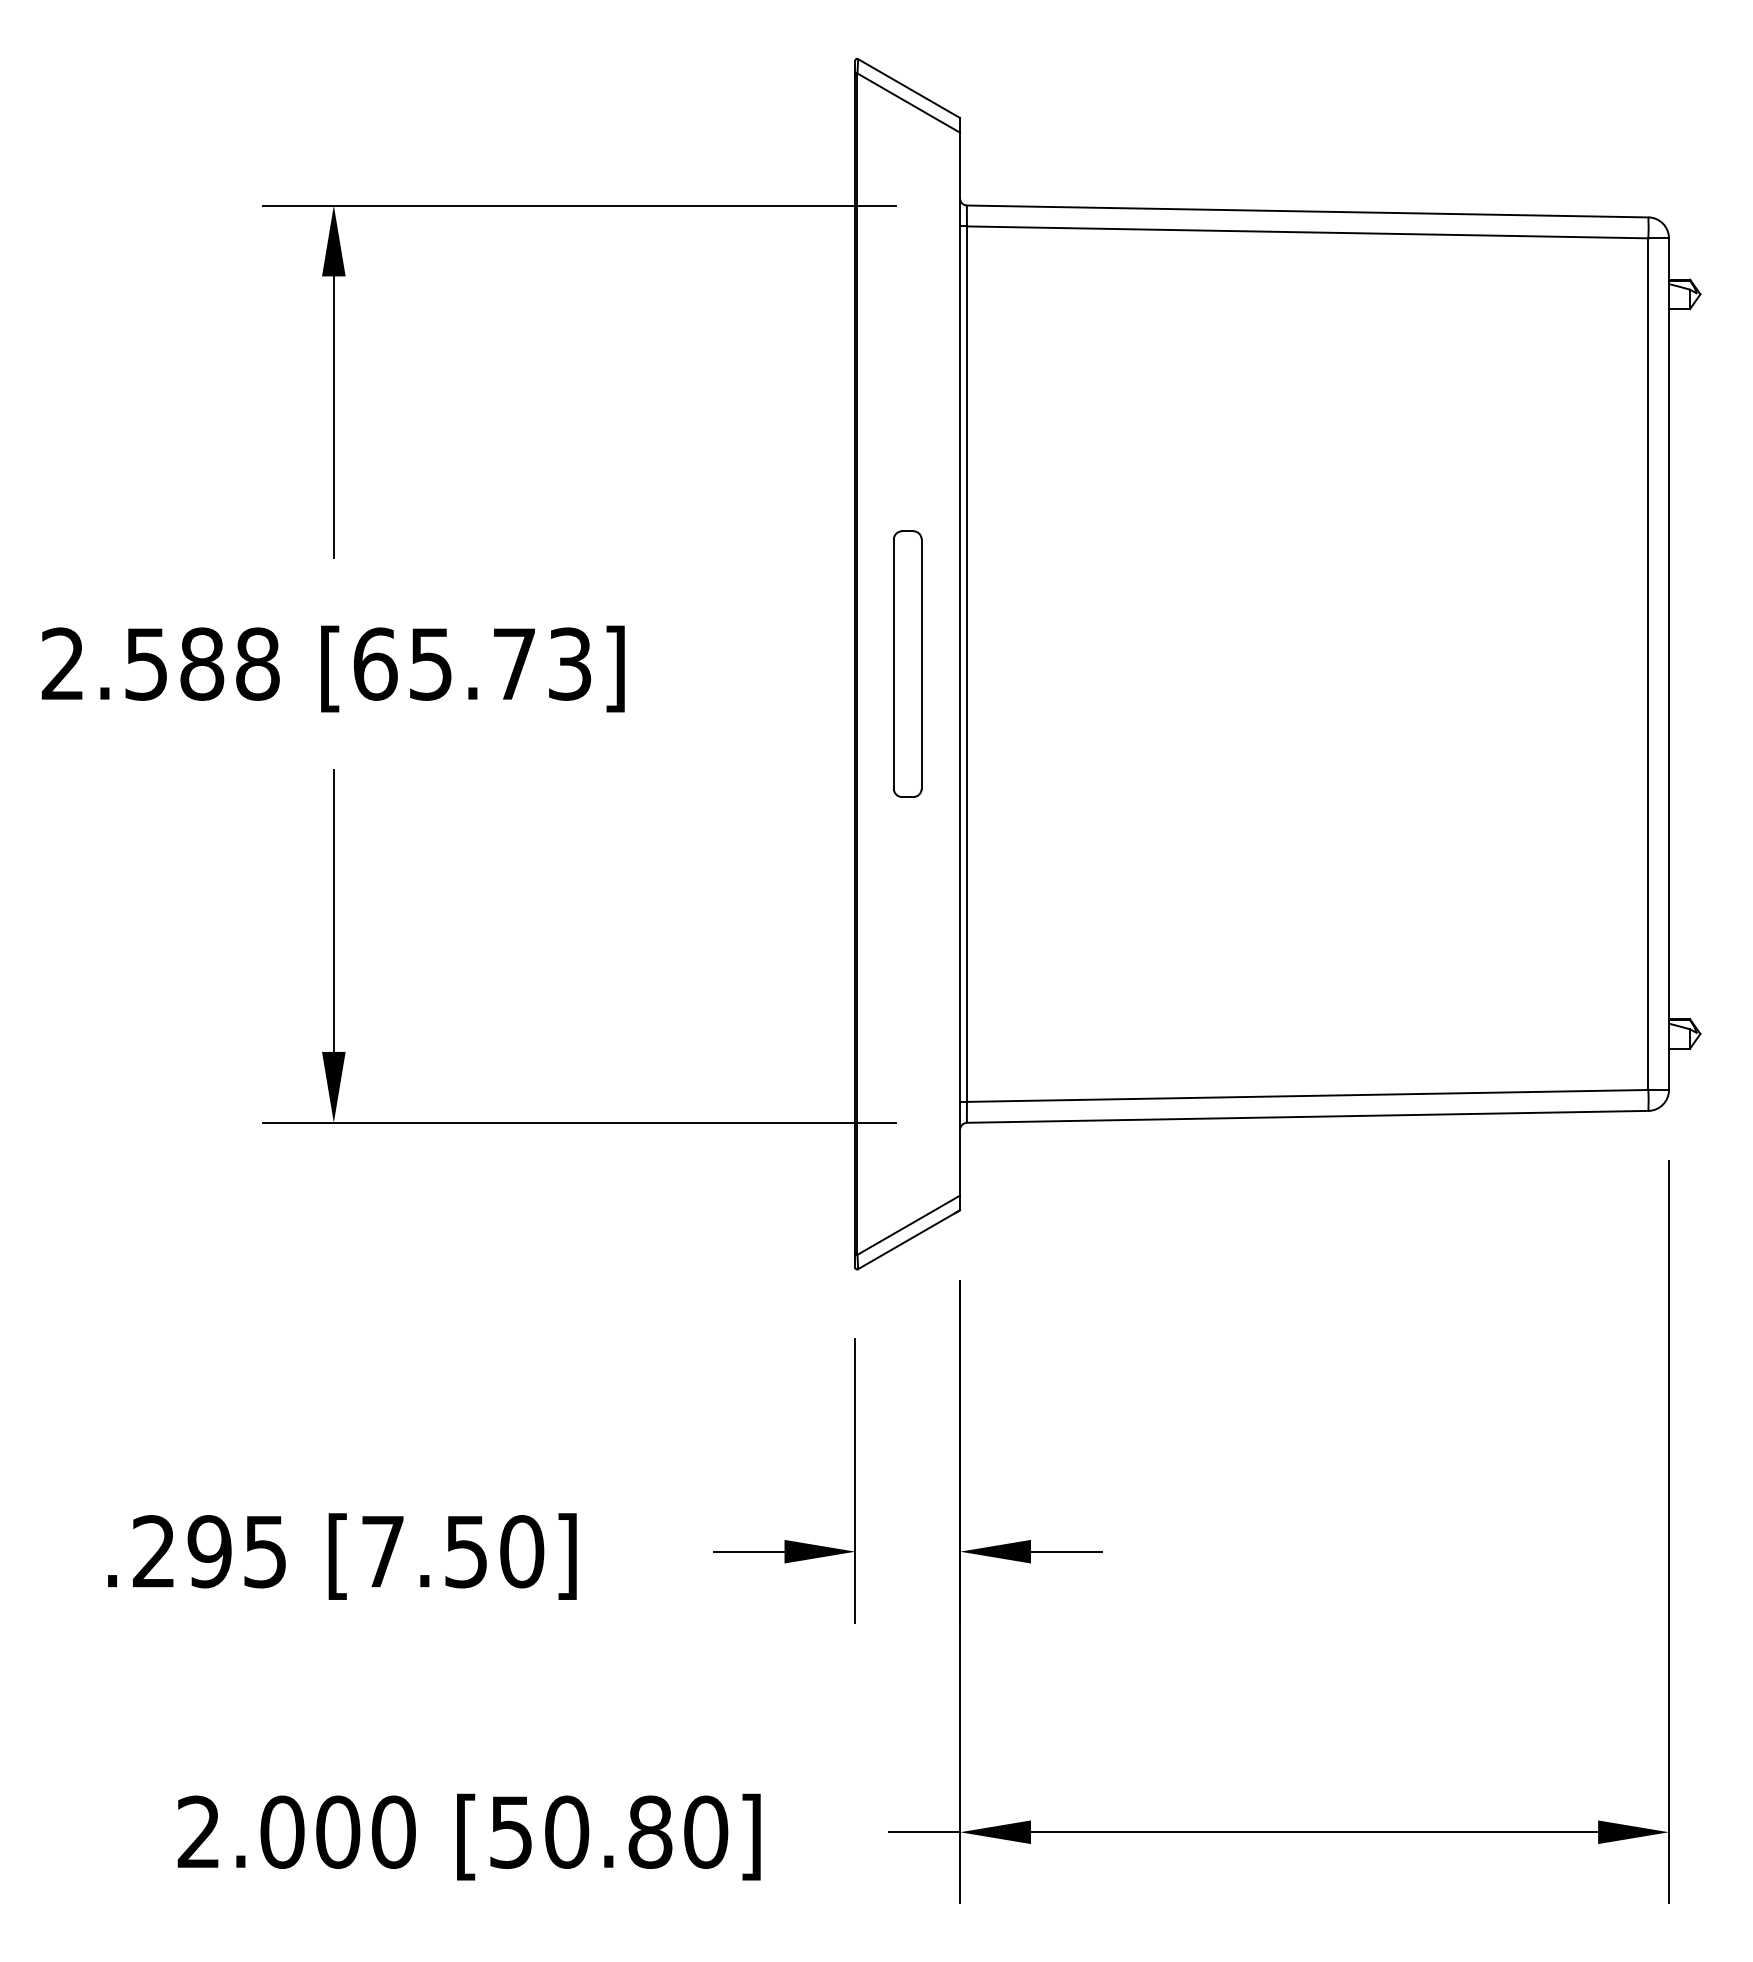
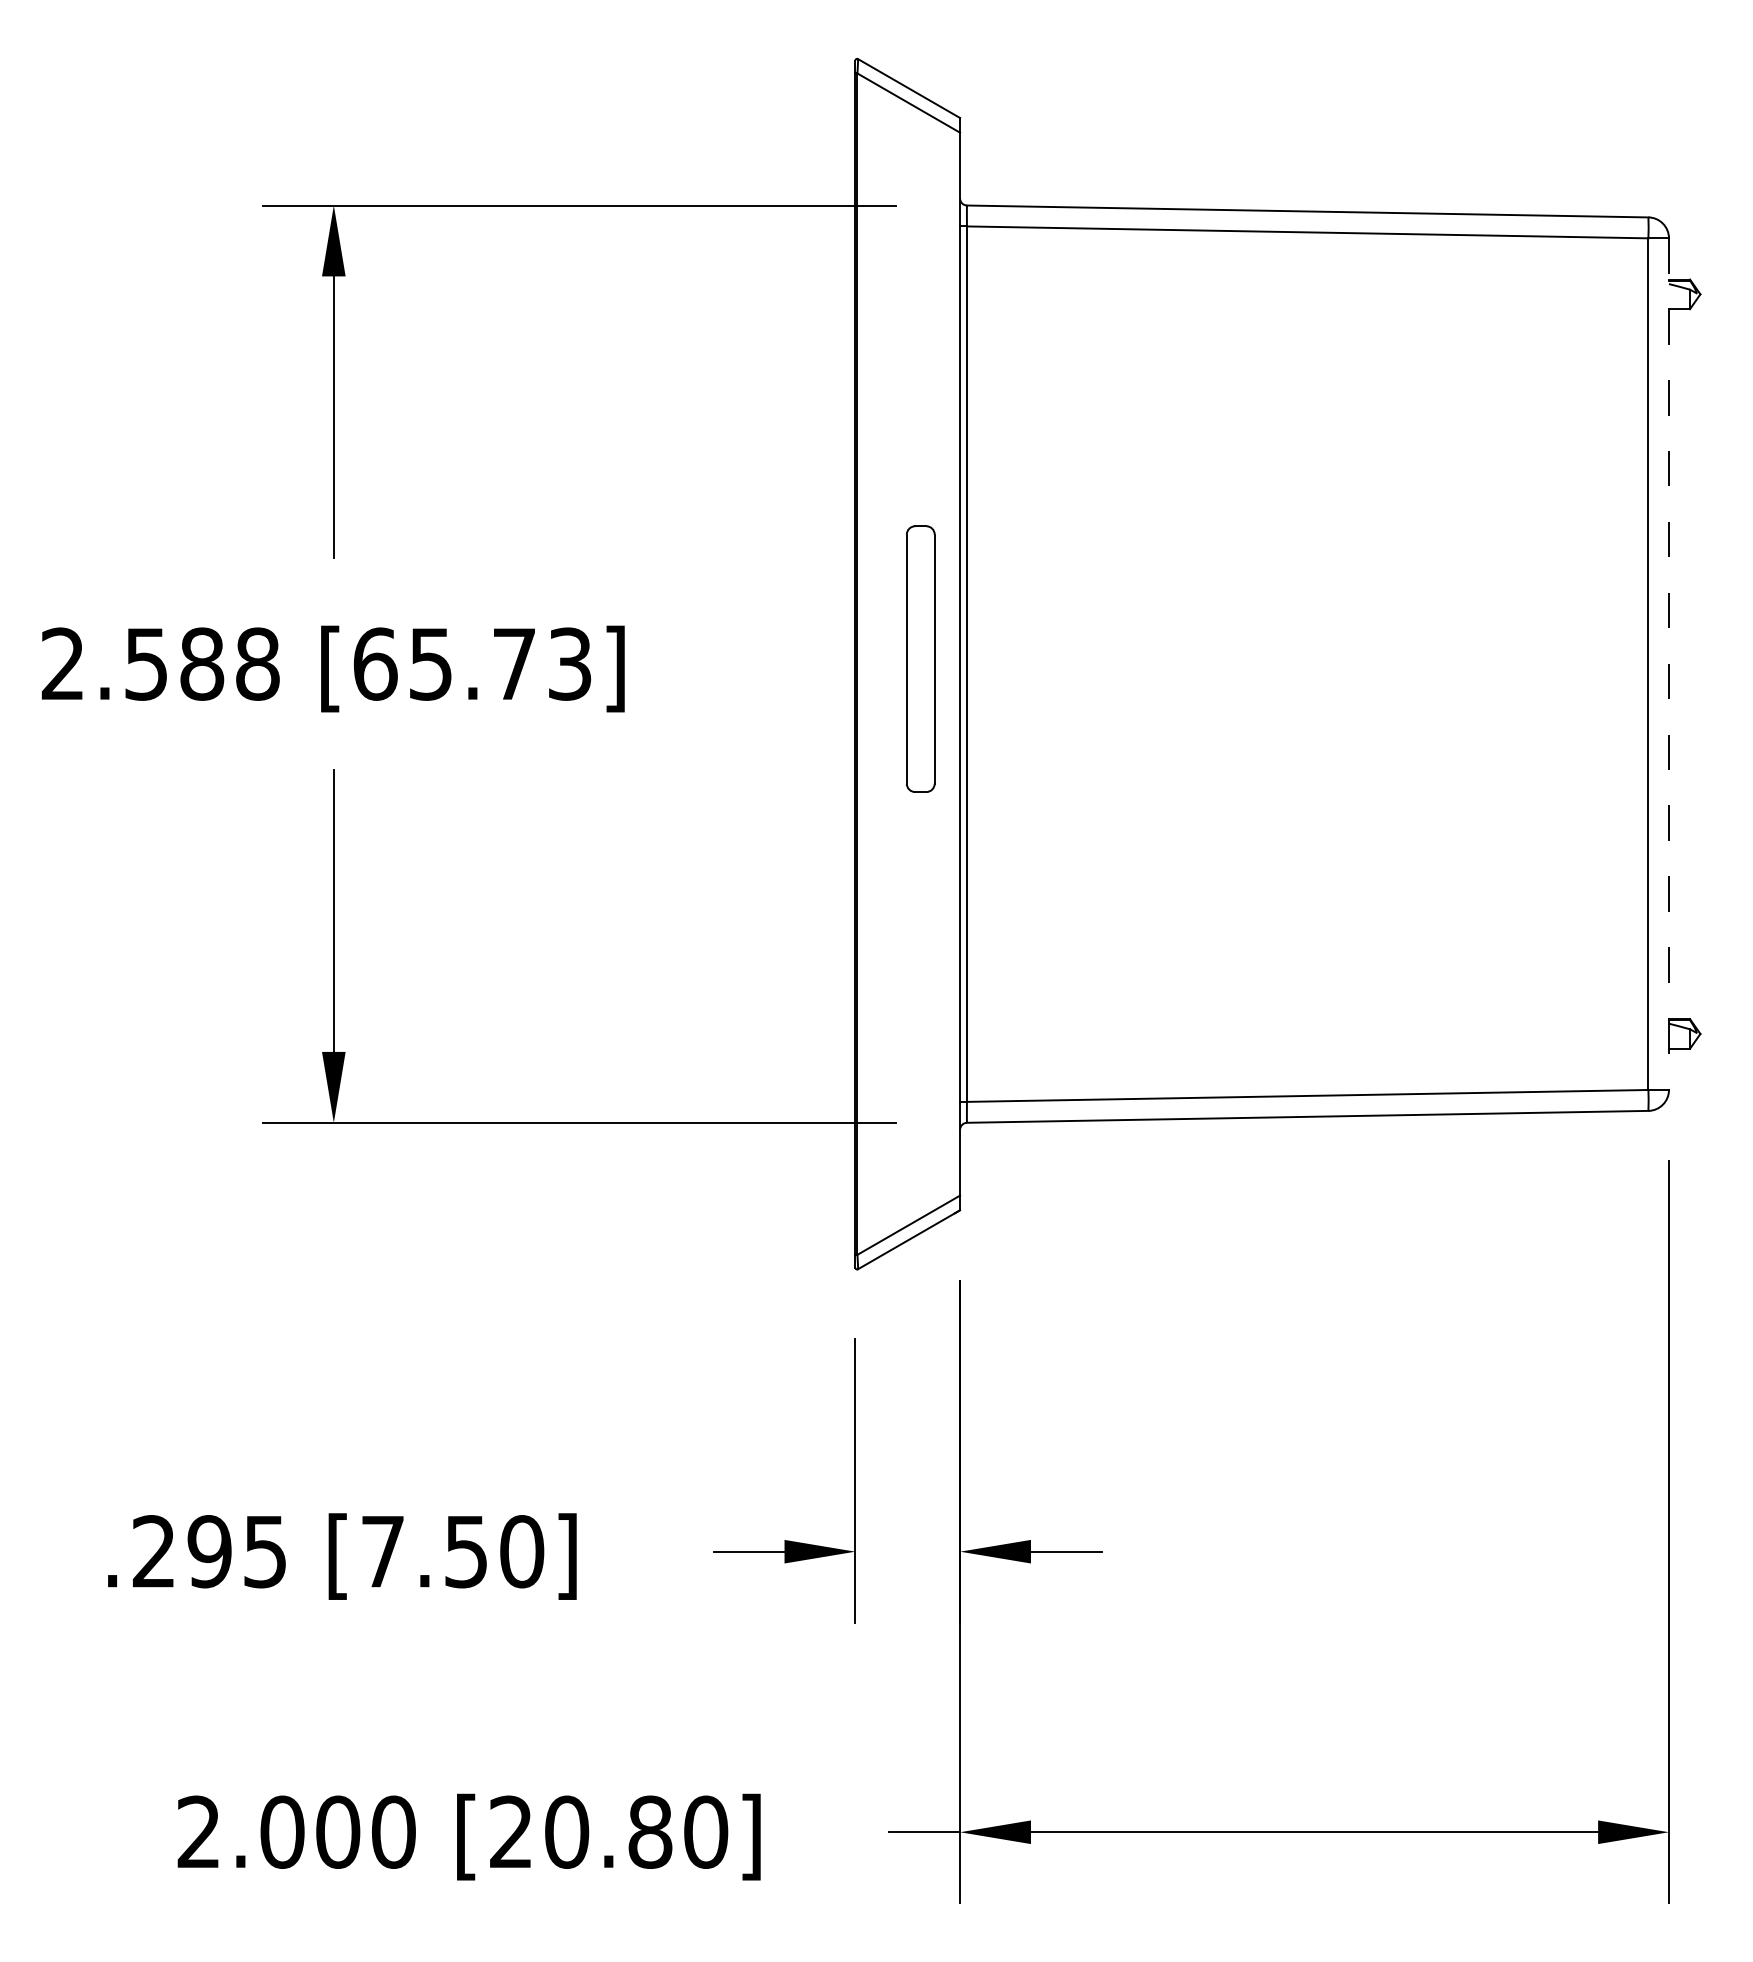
part at (907, 663) position: (907, 663) -> (920, 658)
line at (1669, 664): solid -> dashed
text at (510, 1831): [50.80] -> [20.80]
